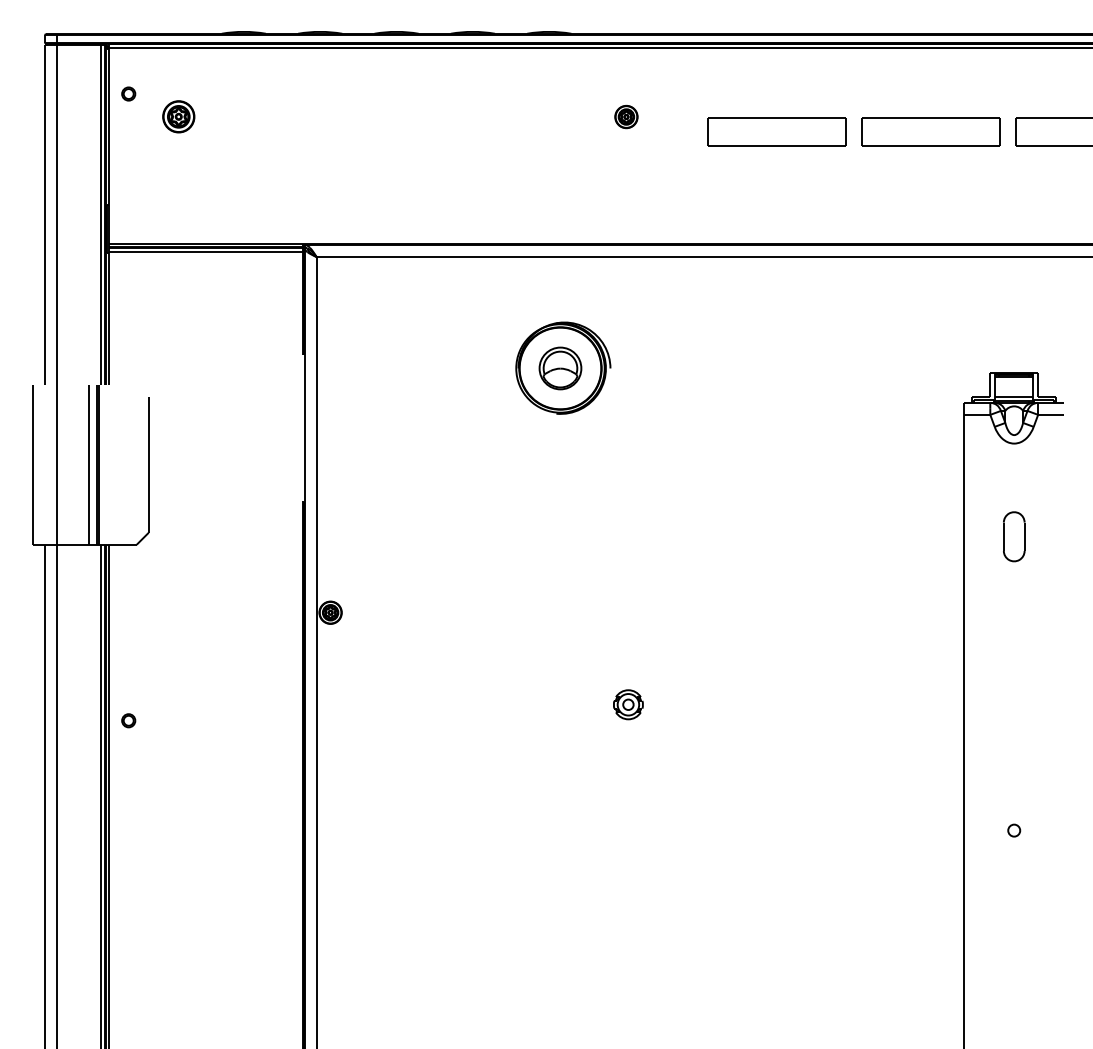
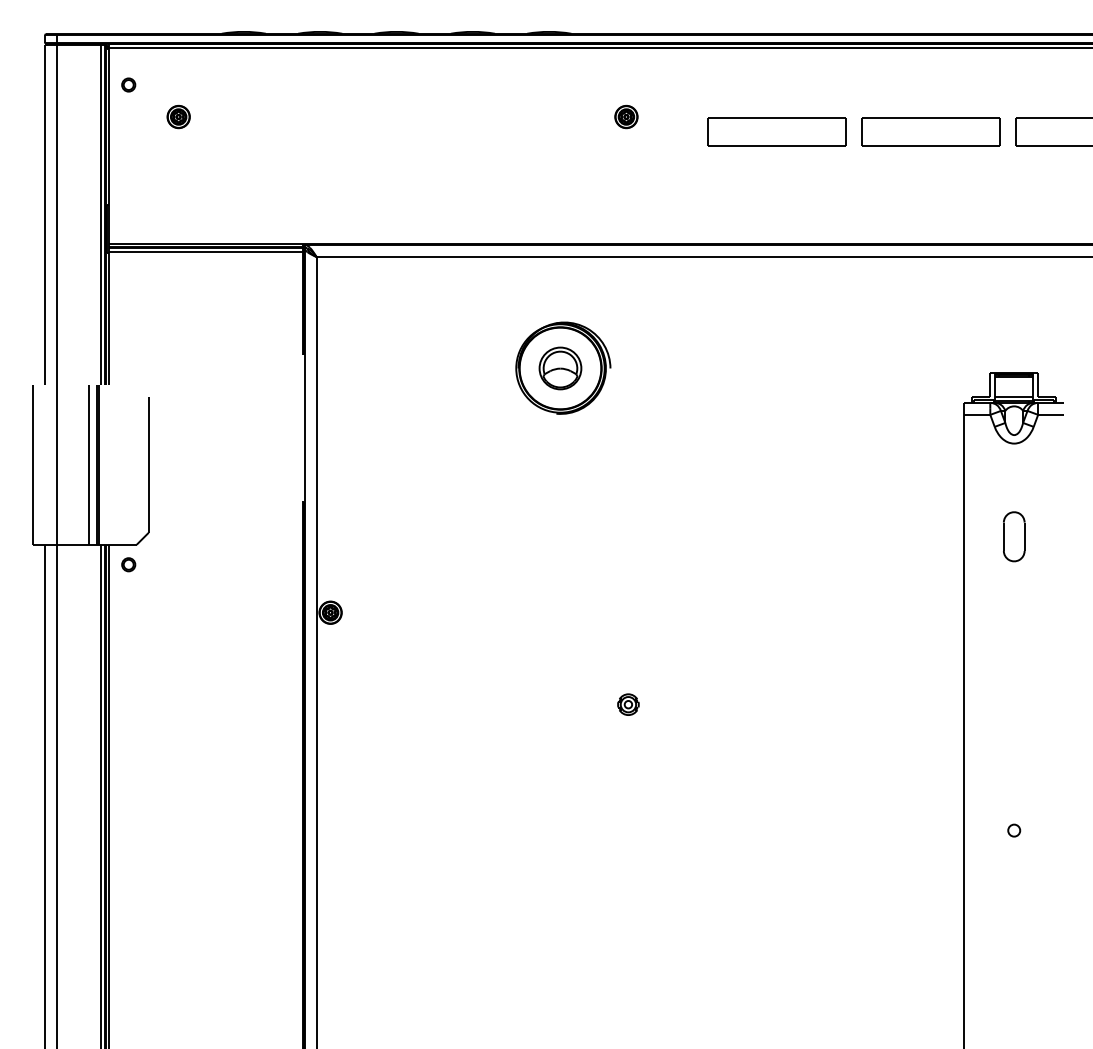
part at (128, 93) position: (128, 93) -> (128, 84)
part at (178, 116) size: 34x34 px -> 25x25 px
part at (628, 704) size: 31x32 px -> 23x23 px
part at (128, 720) position: (128, 720) -> (128, 564)
